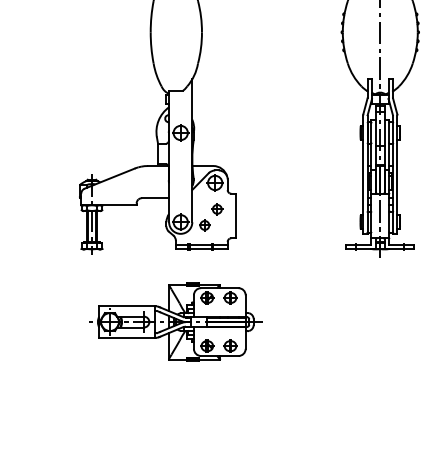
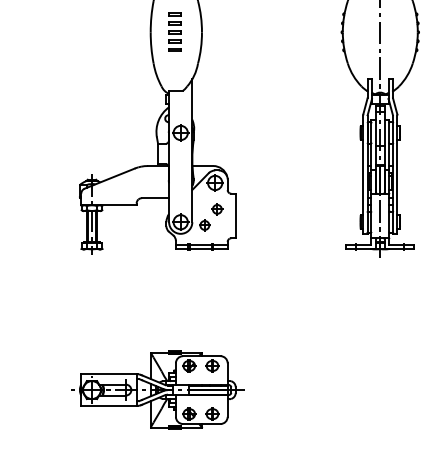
part at (174, 31): none -> present
part at (175, 321) position: (175, 321) -> (157, 389)
